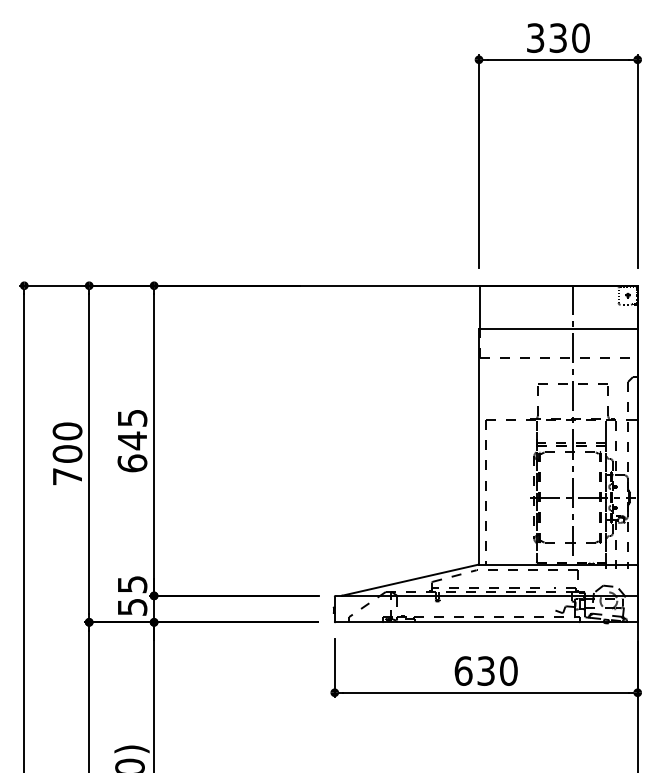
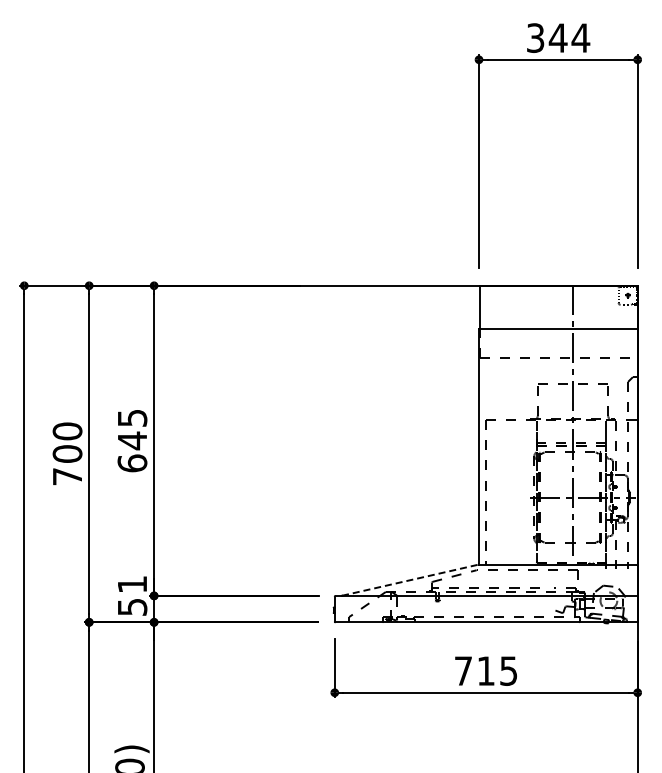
text at (569, 37): 330 -> 344
line at (410, 580): solid -> dashed
text at (132, 584): 55 -> 51
text at (485, 670): 630 -> 715
